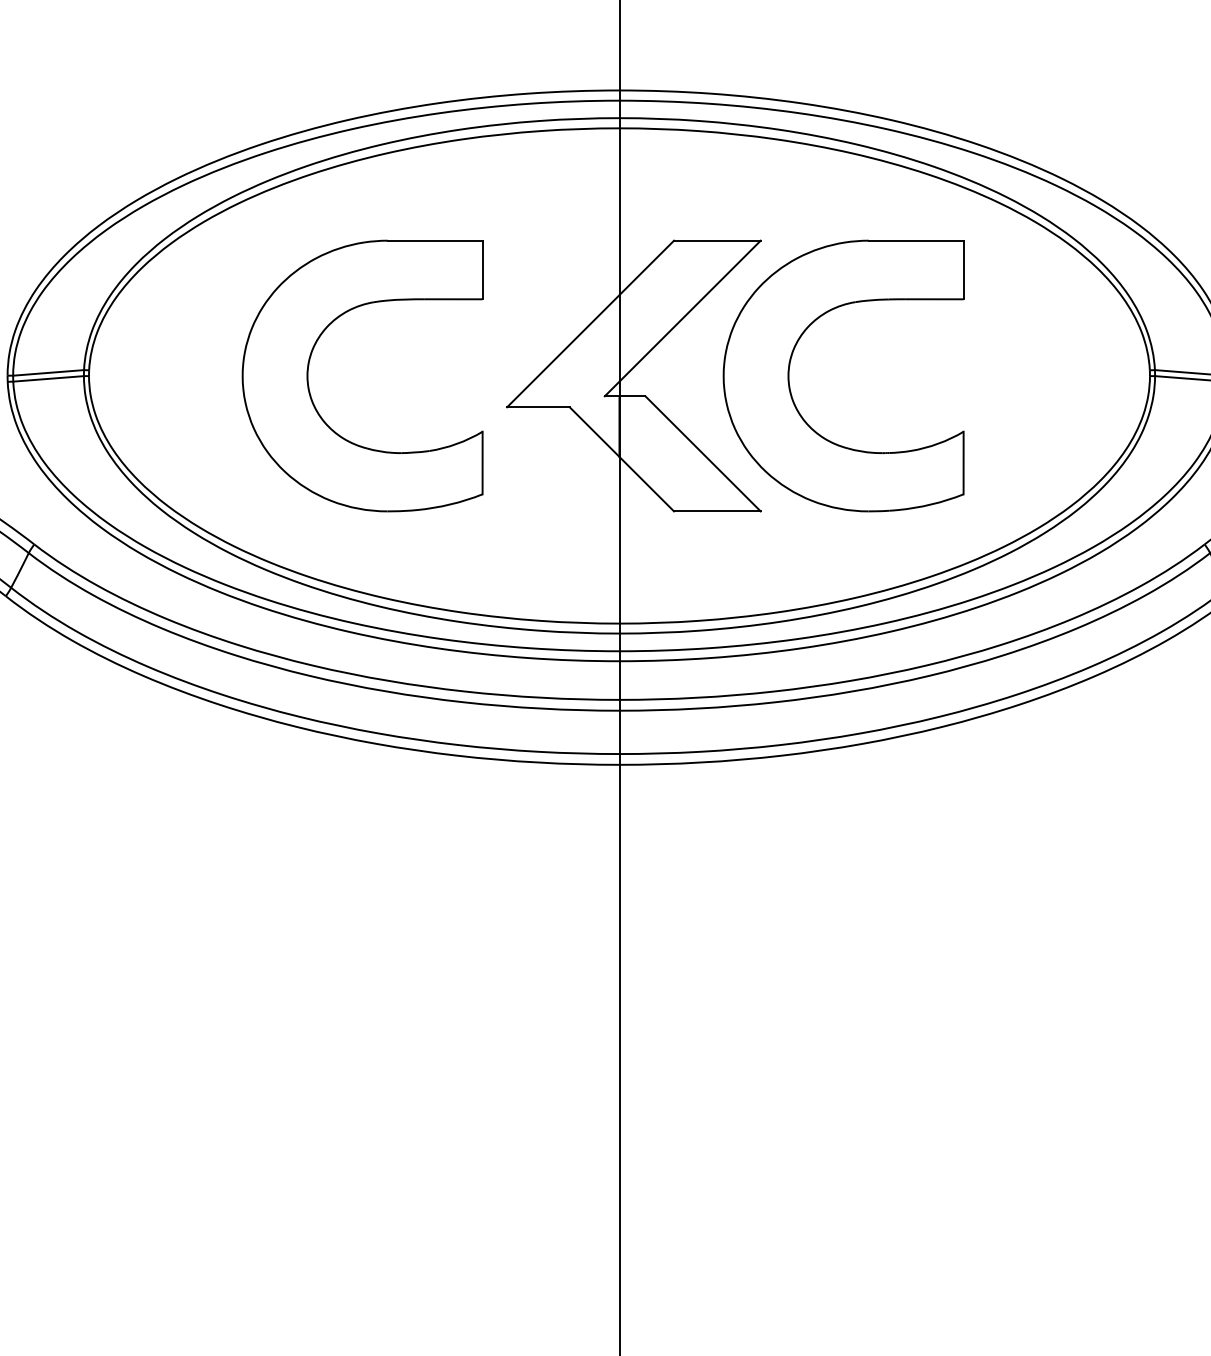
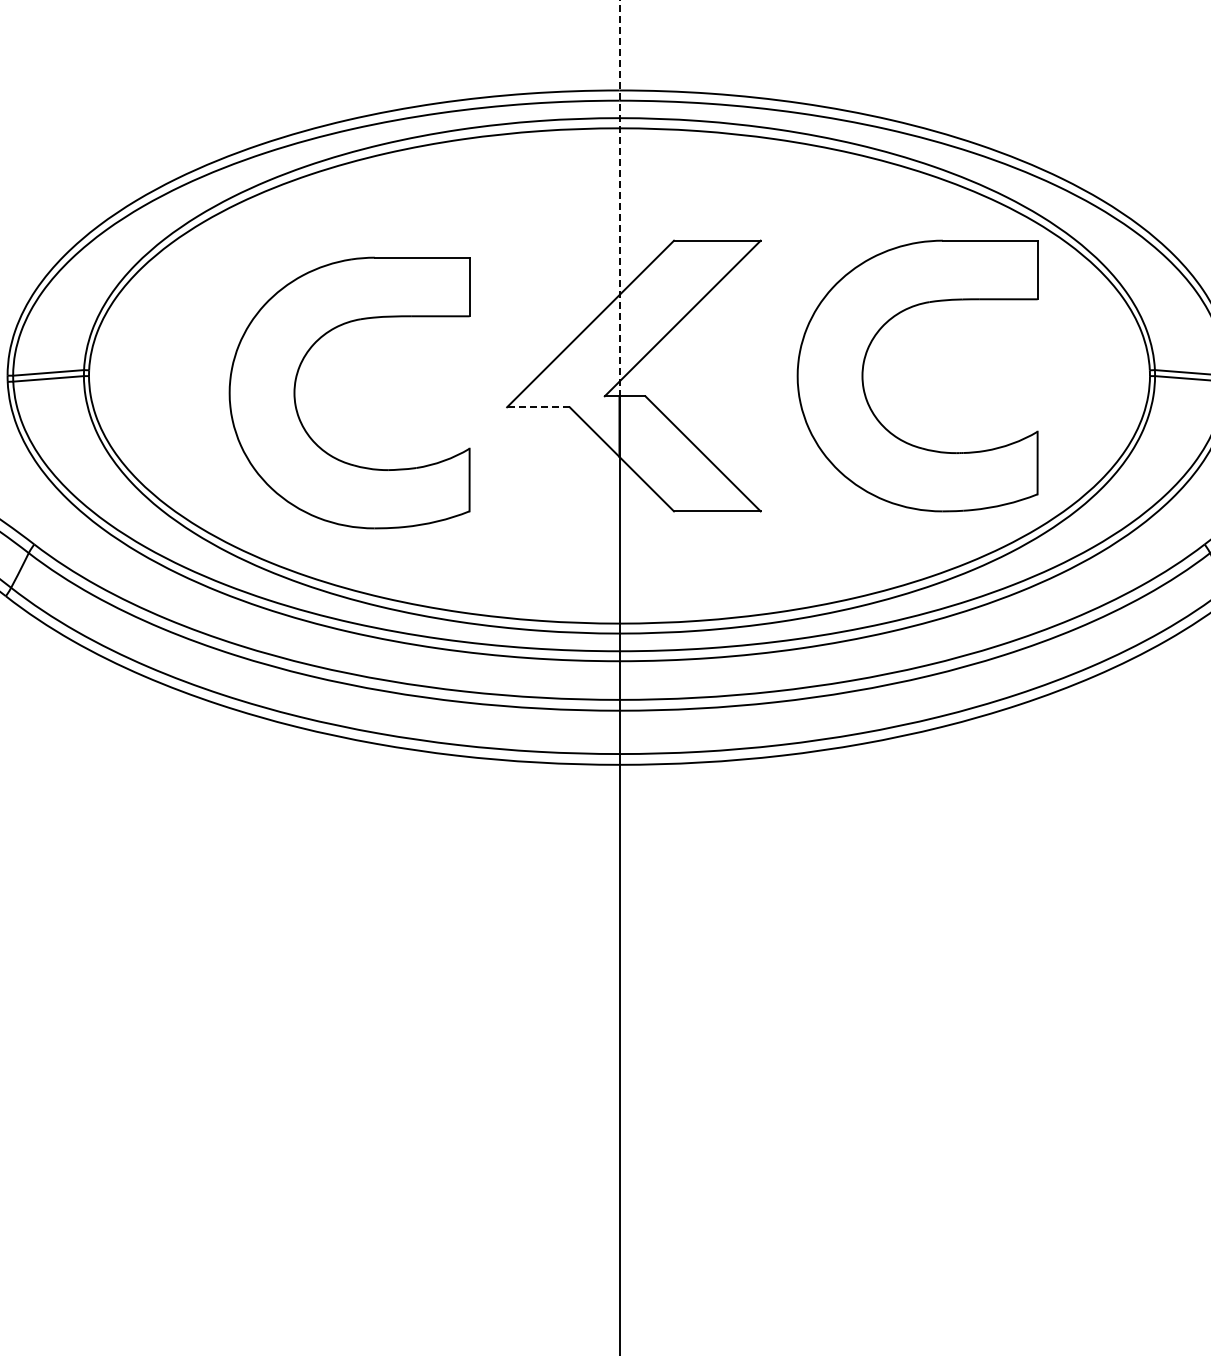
line at (619, 198): solid -> dashed
part at (309, 365) position: (309, 365) -> (296, 382)
part at (790, 365) position: (790, 365) -> (864, 365)
line at (537, 407): solid -> dashed
